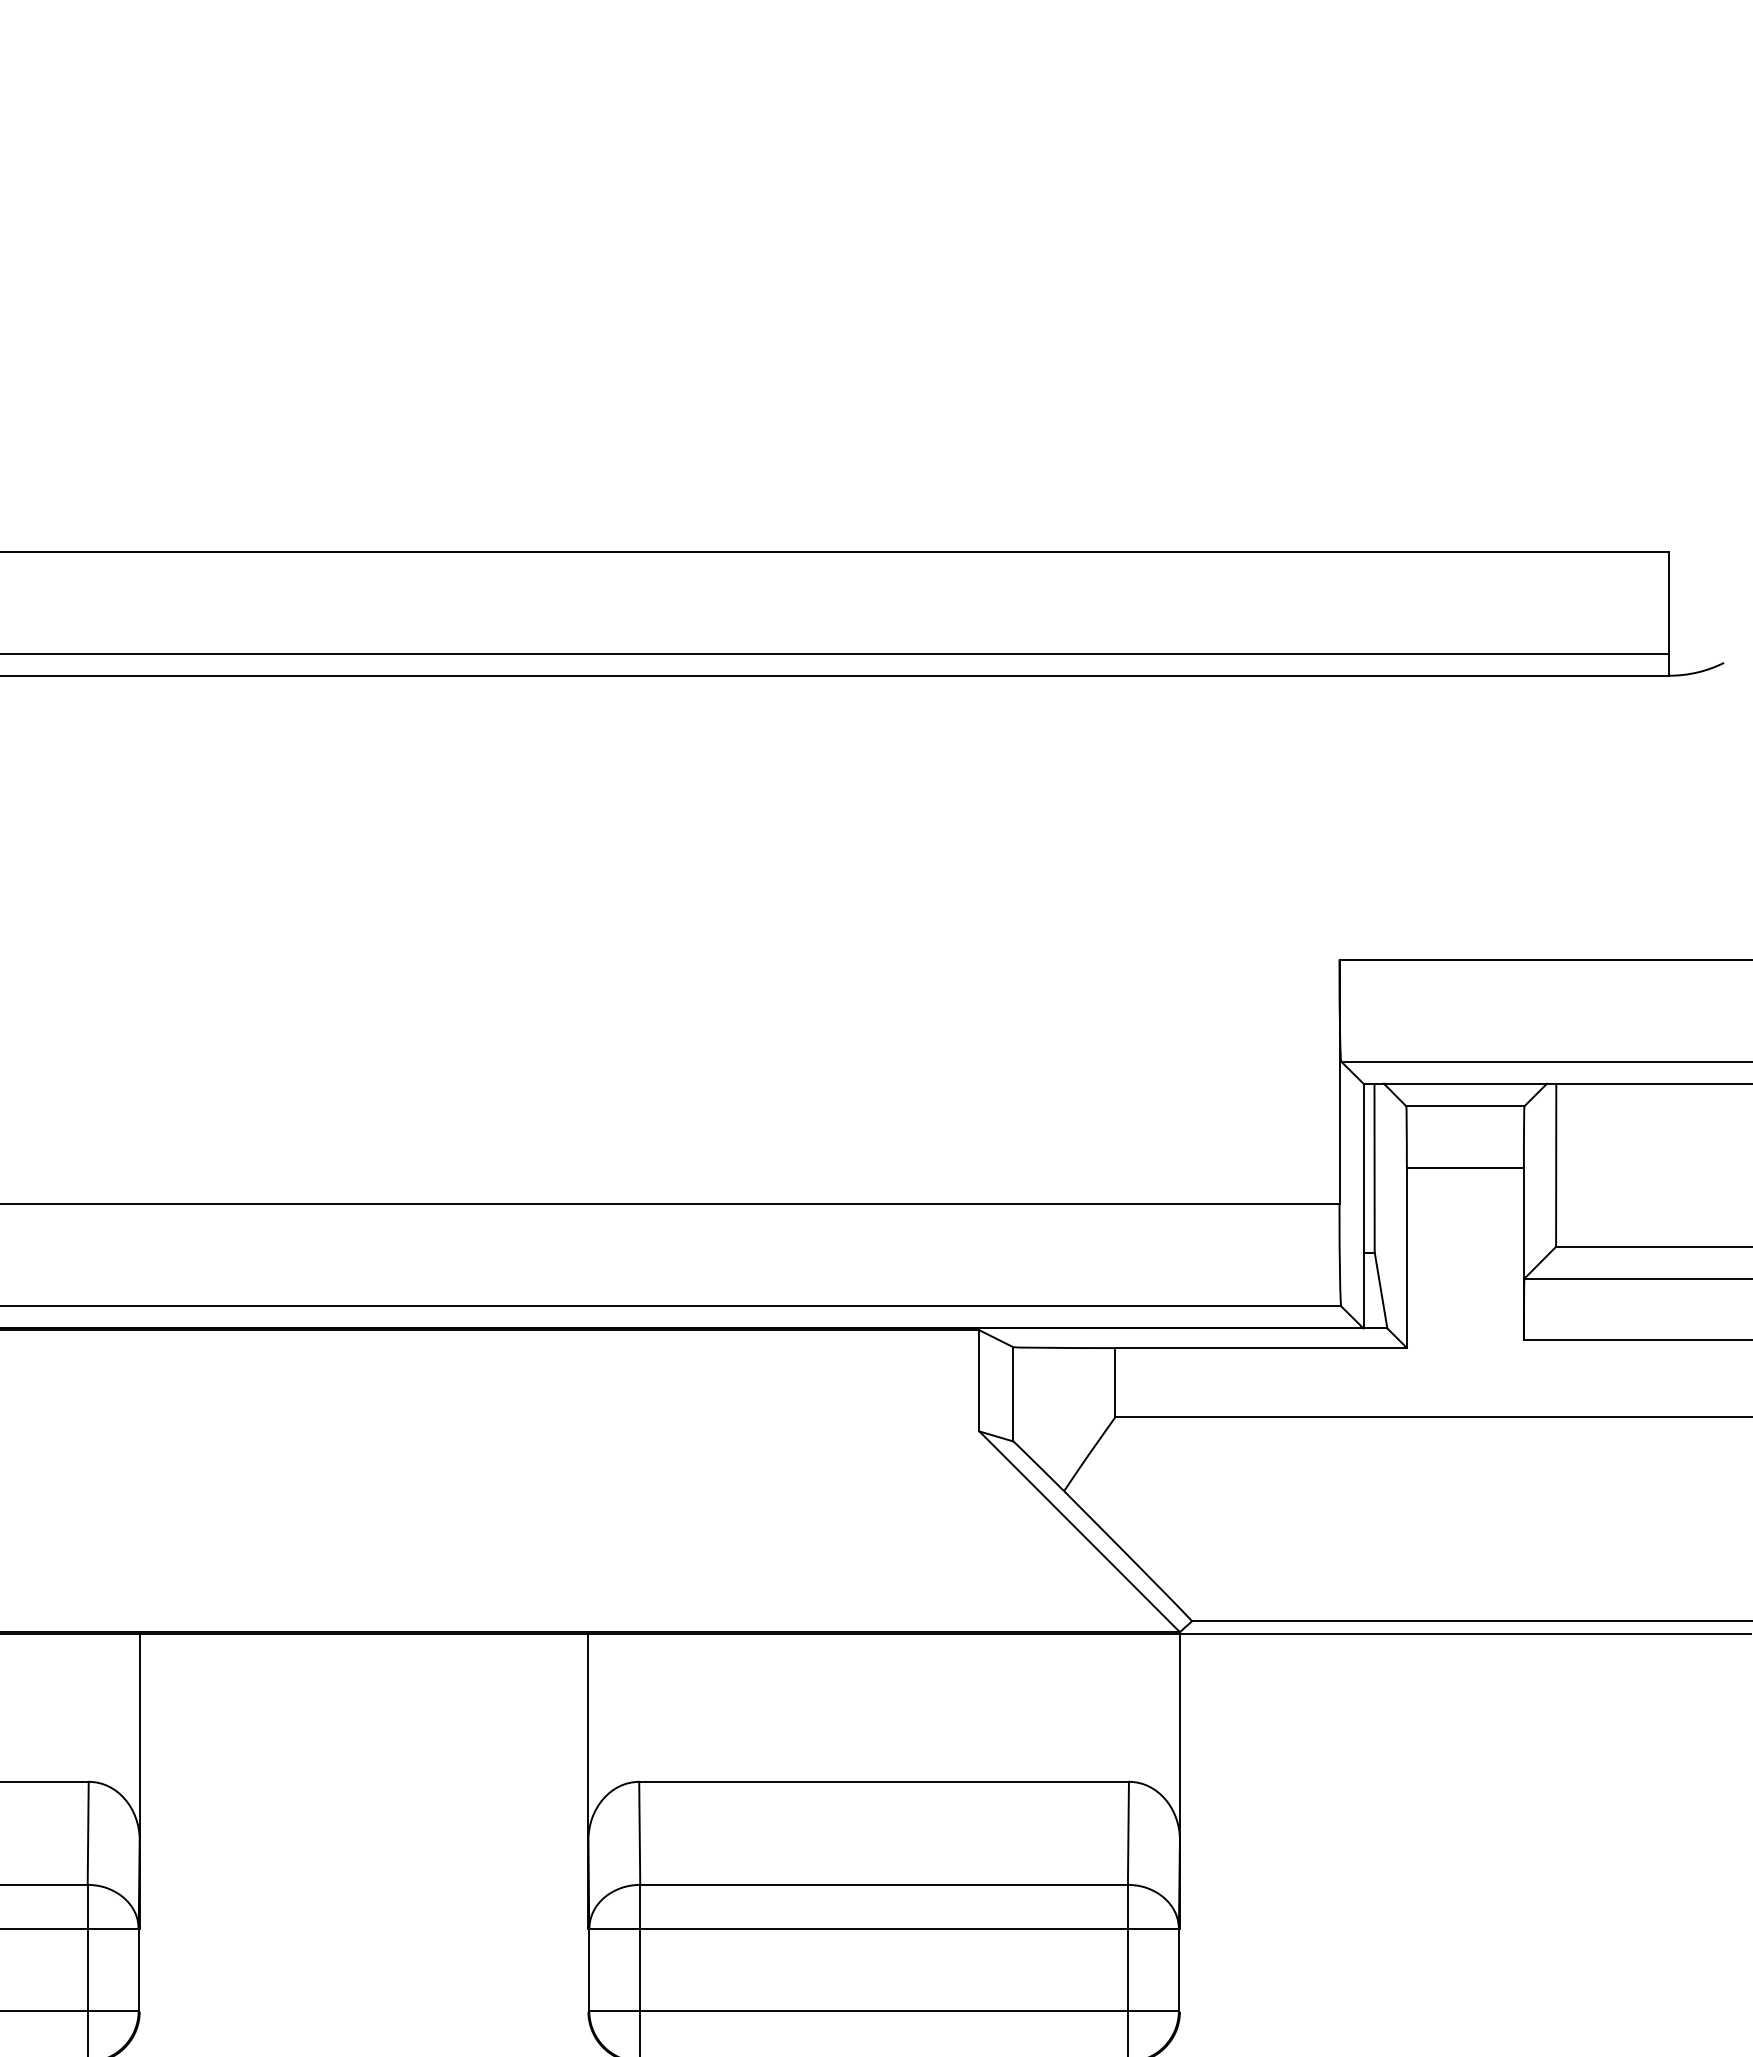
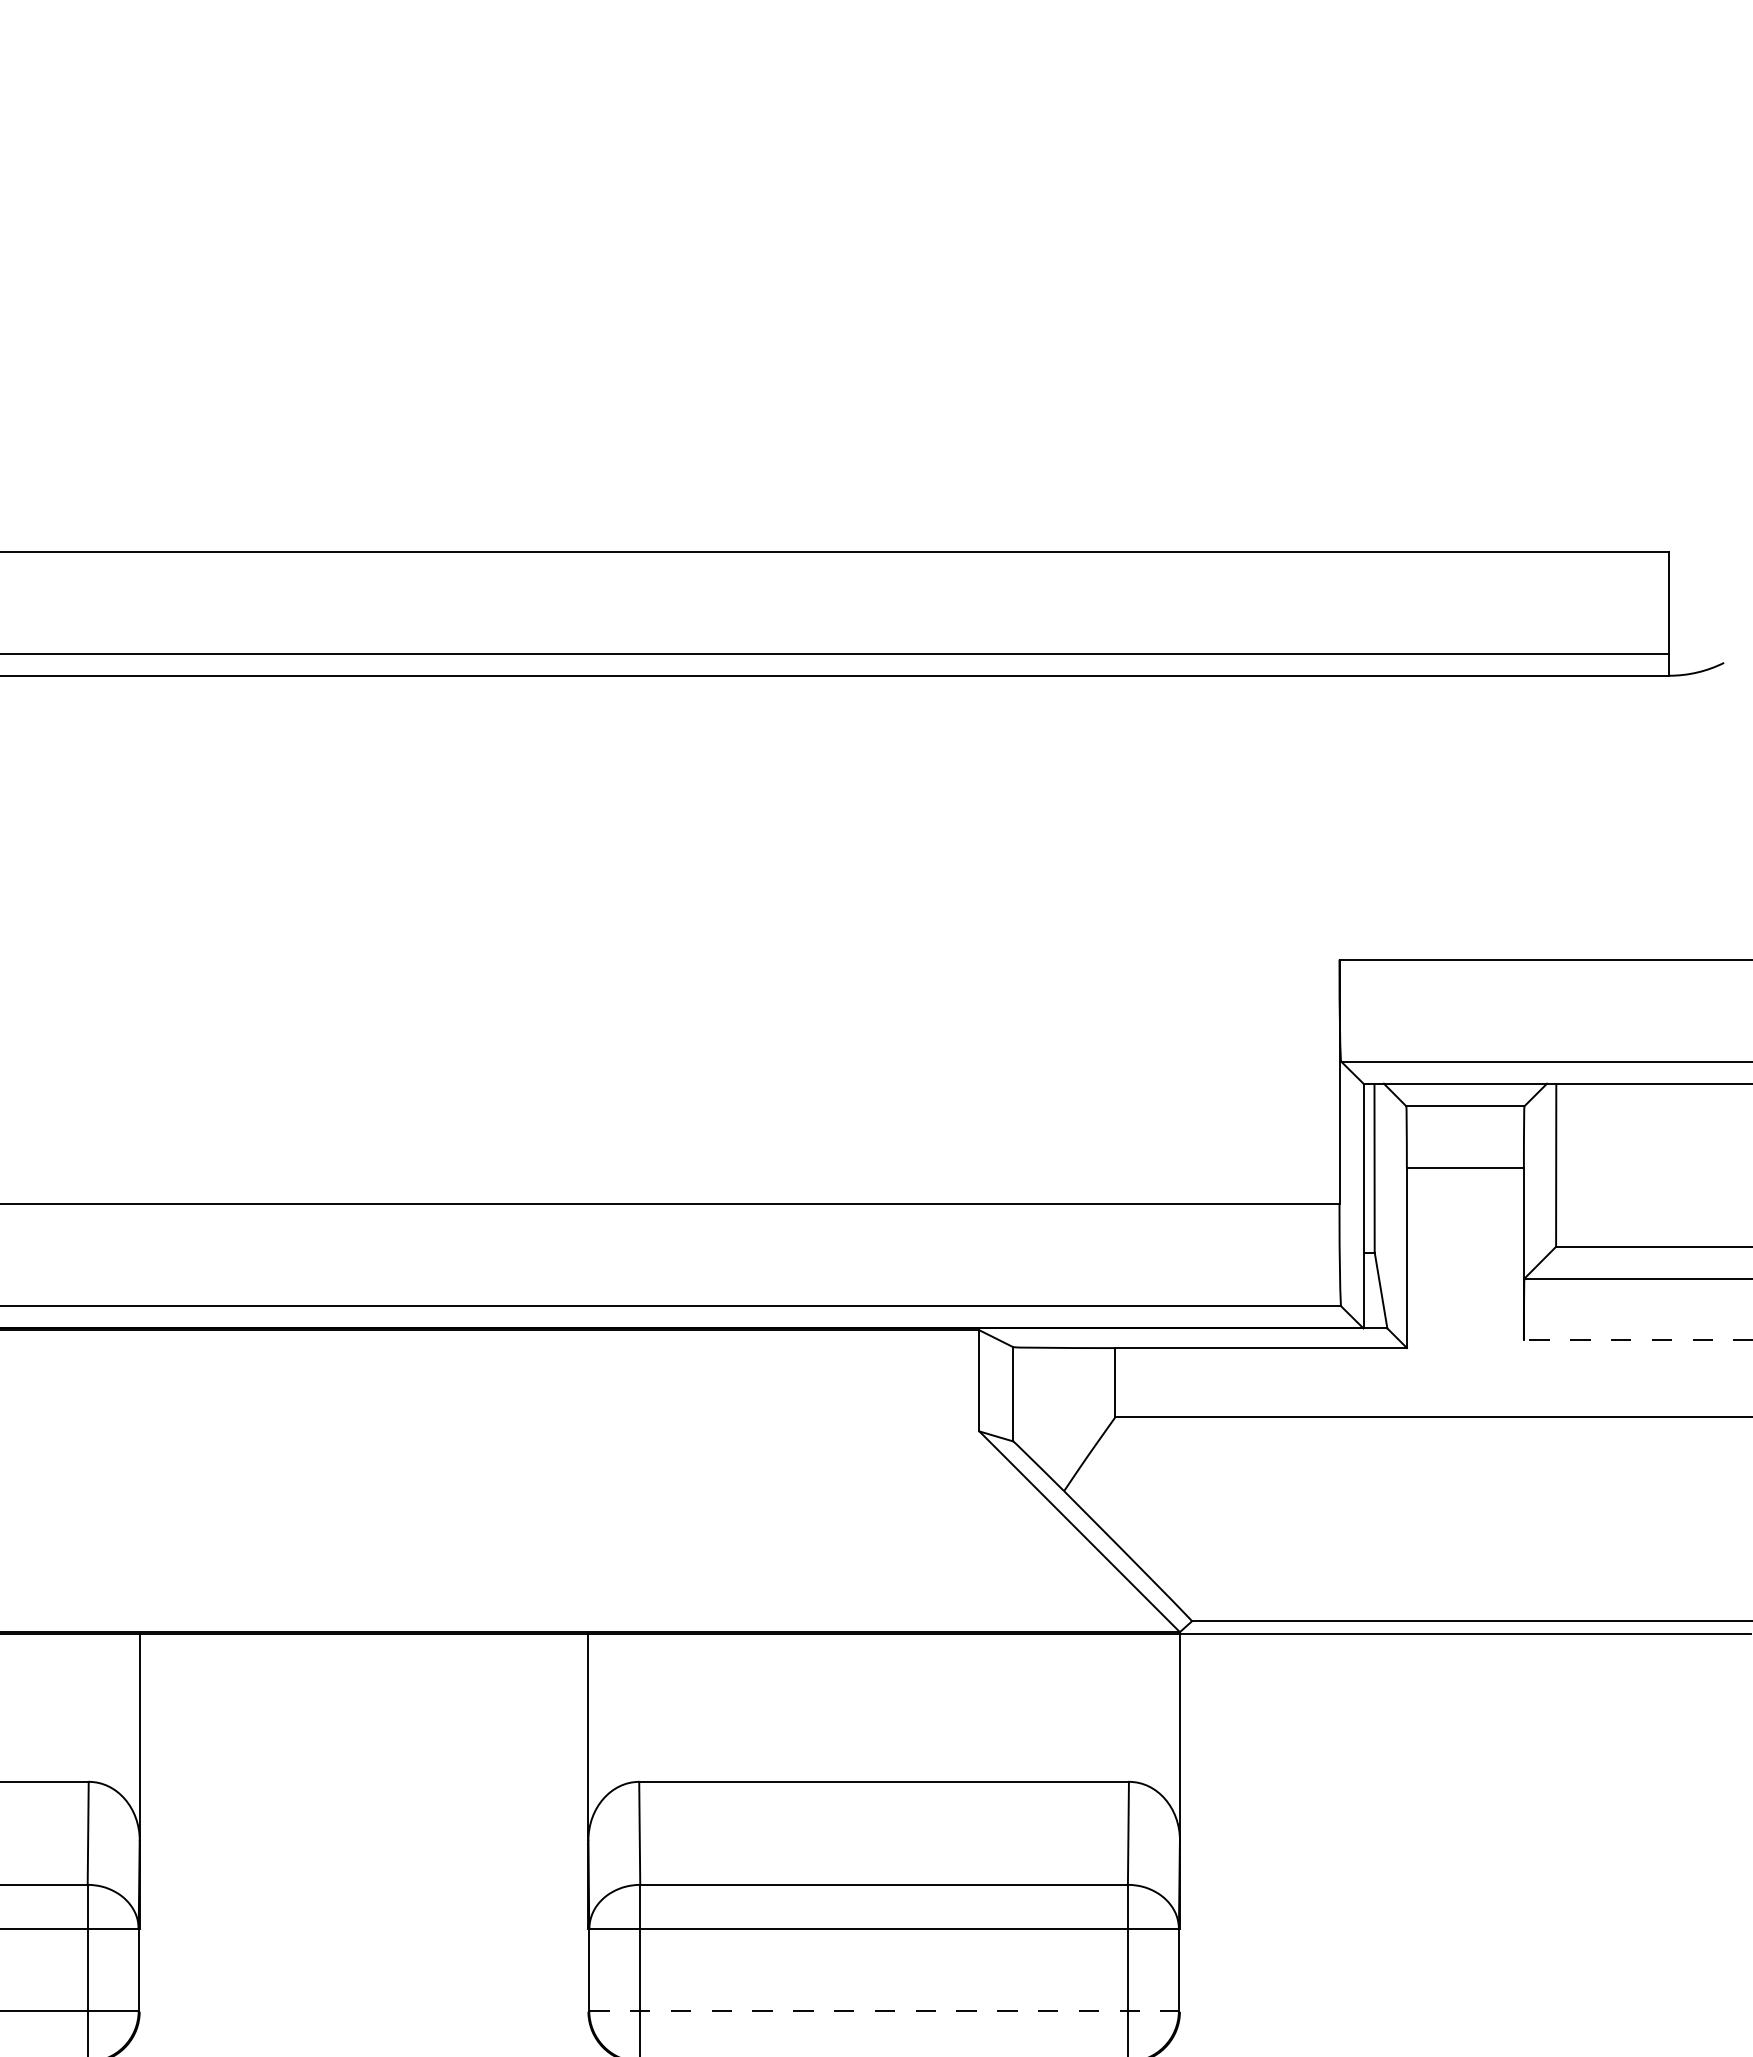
line at (1637, 1339): solid -> dashed
line at (884, 2010): solid -> dashed
